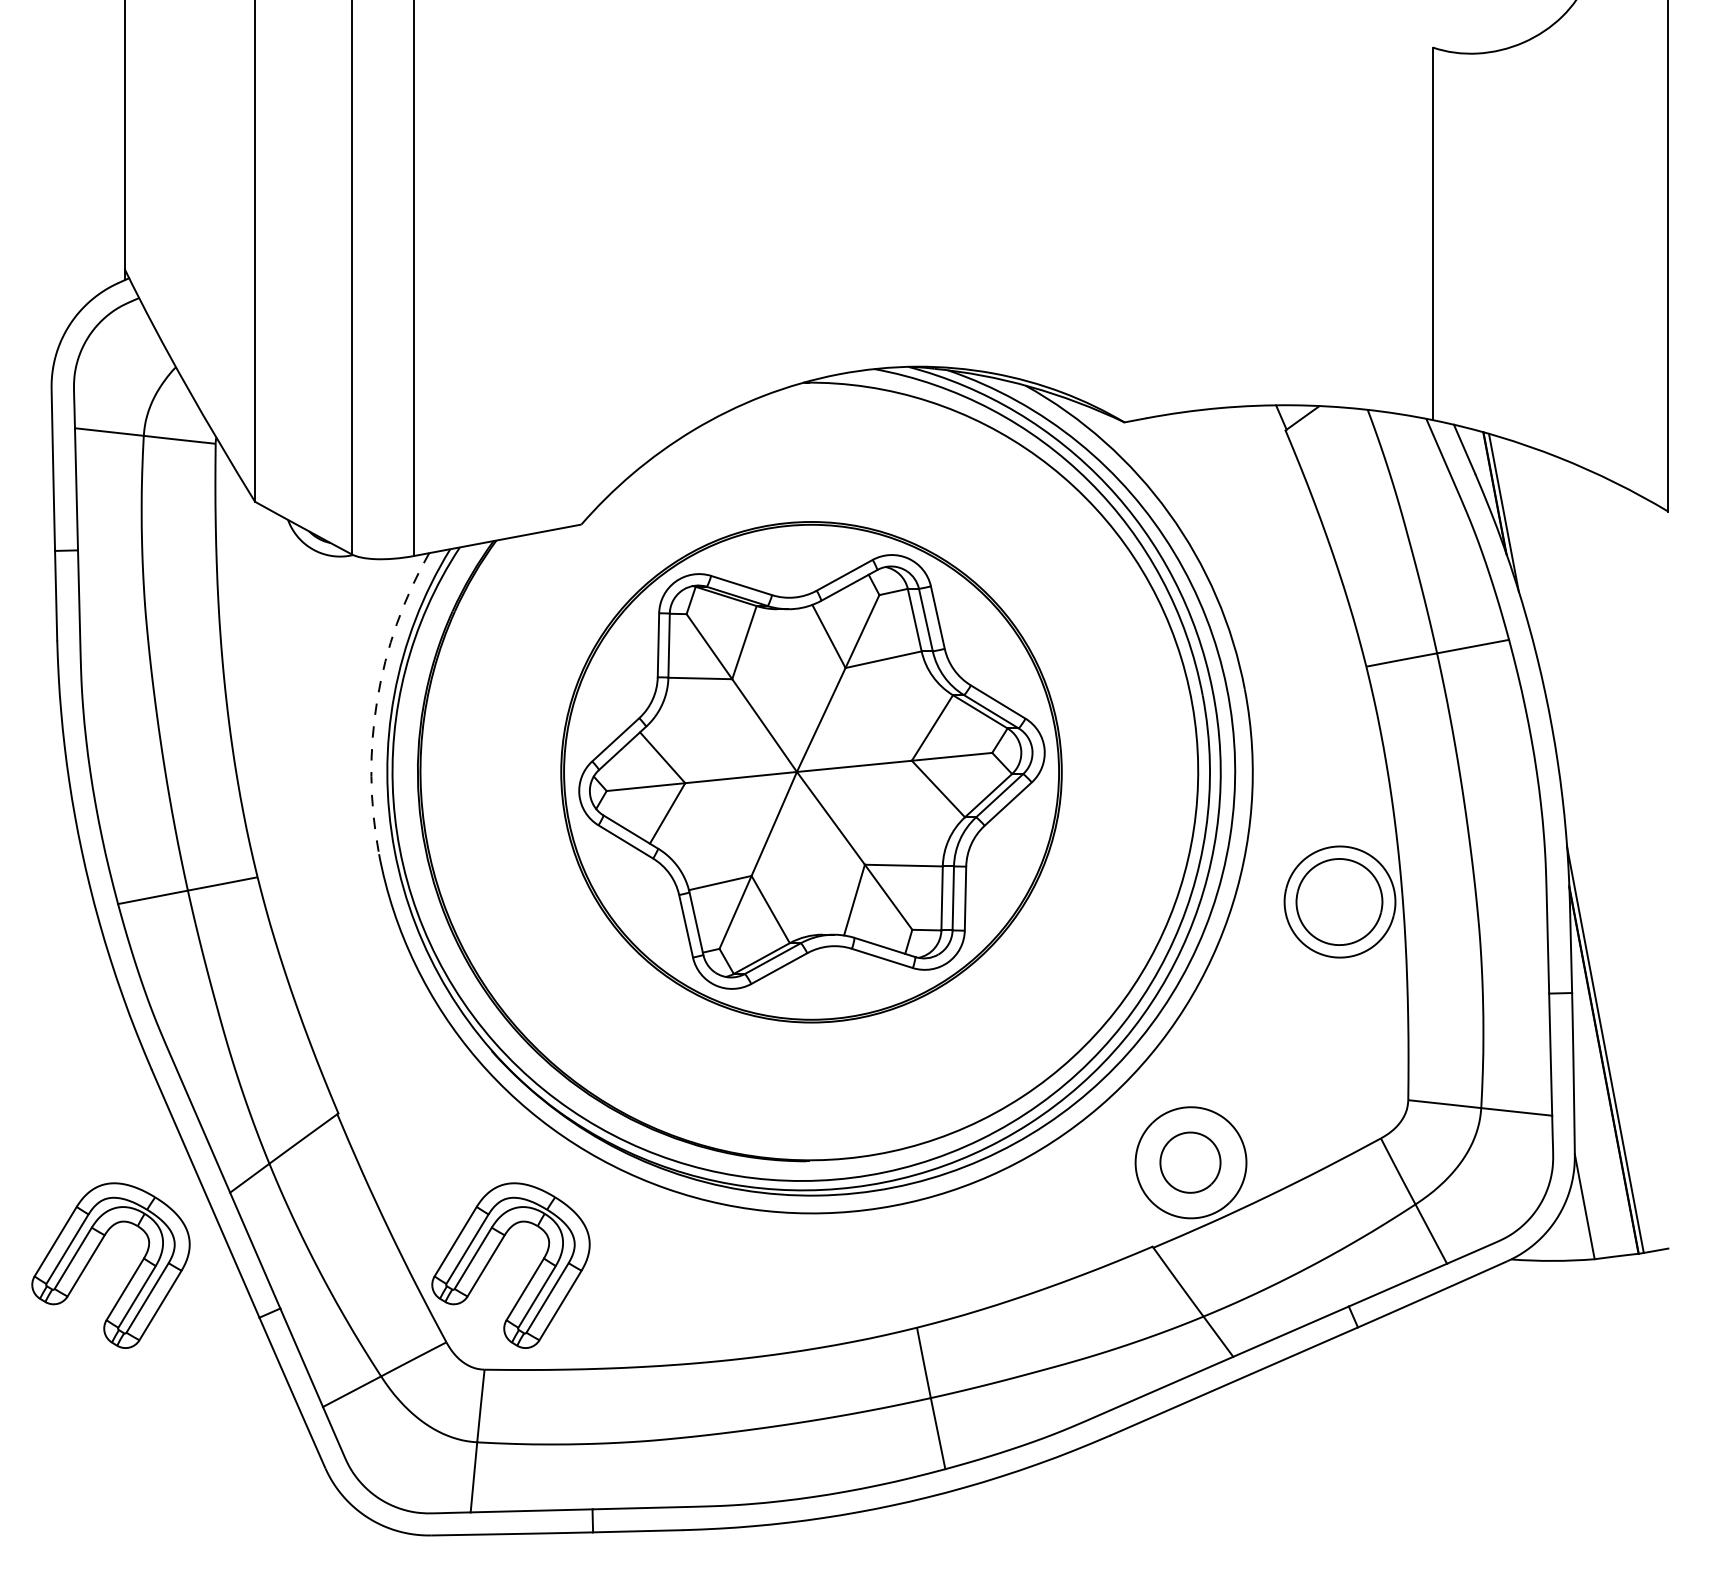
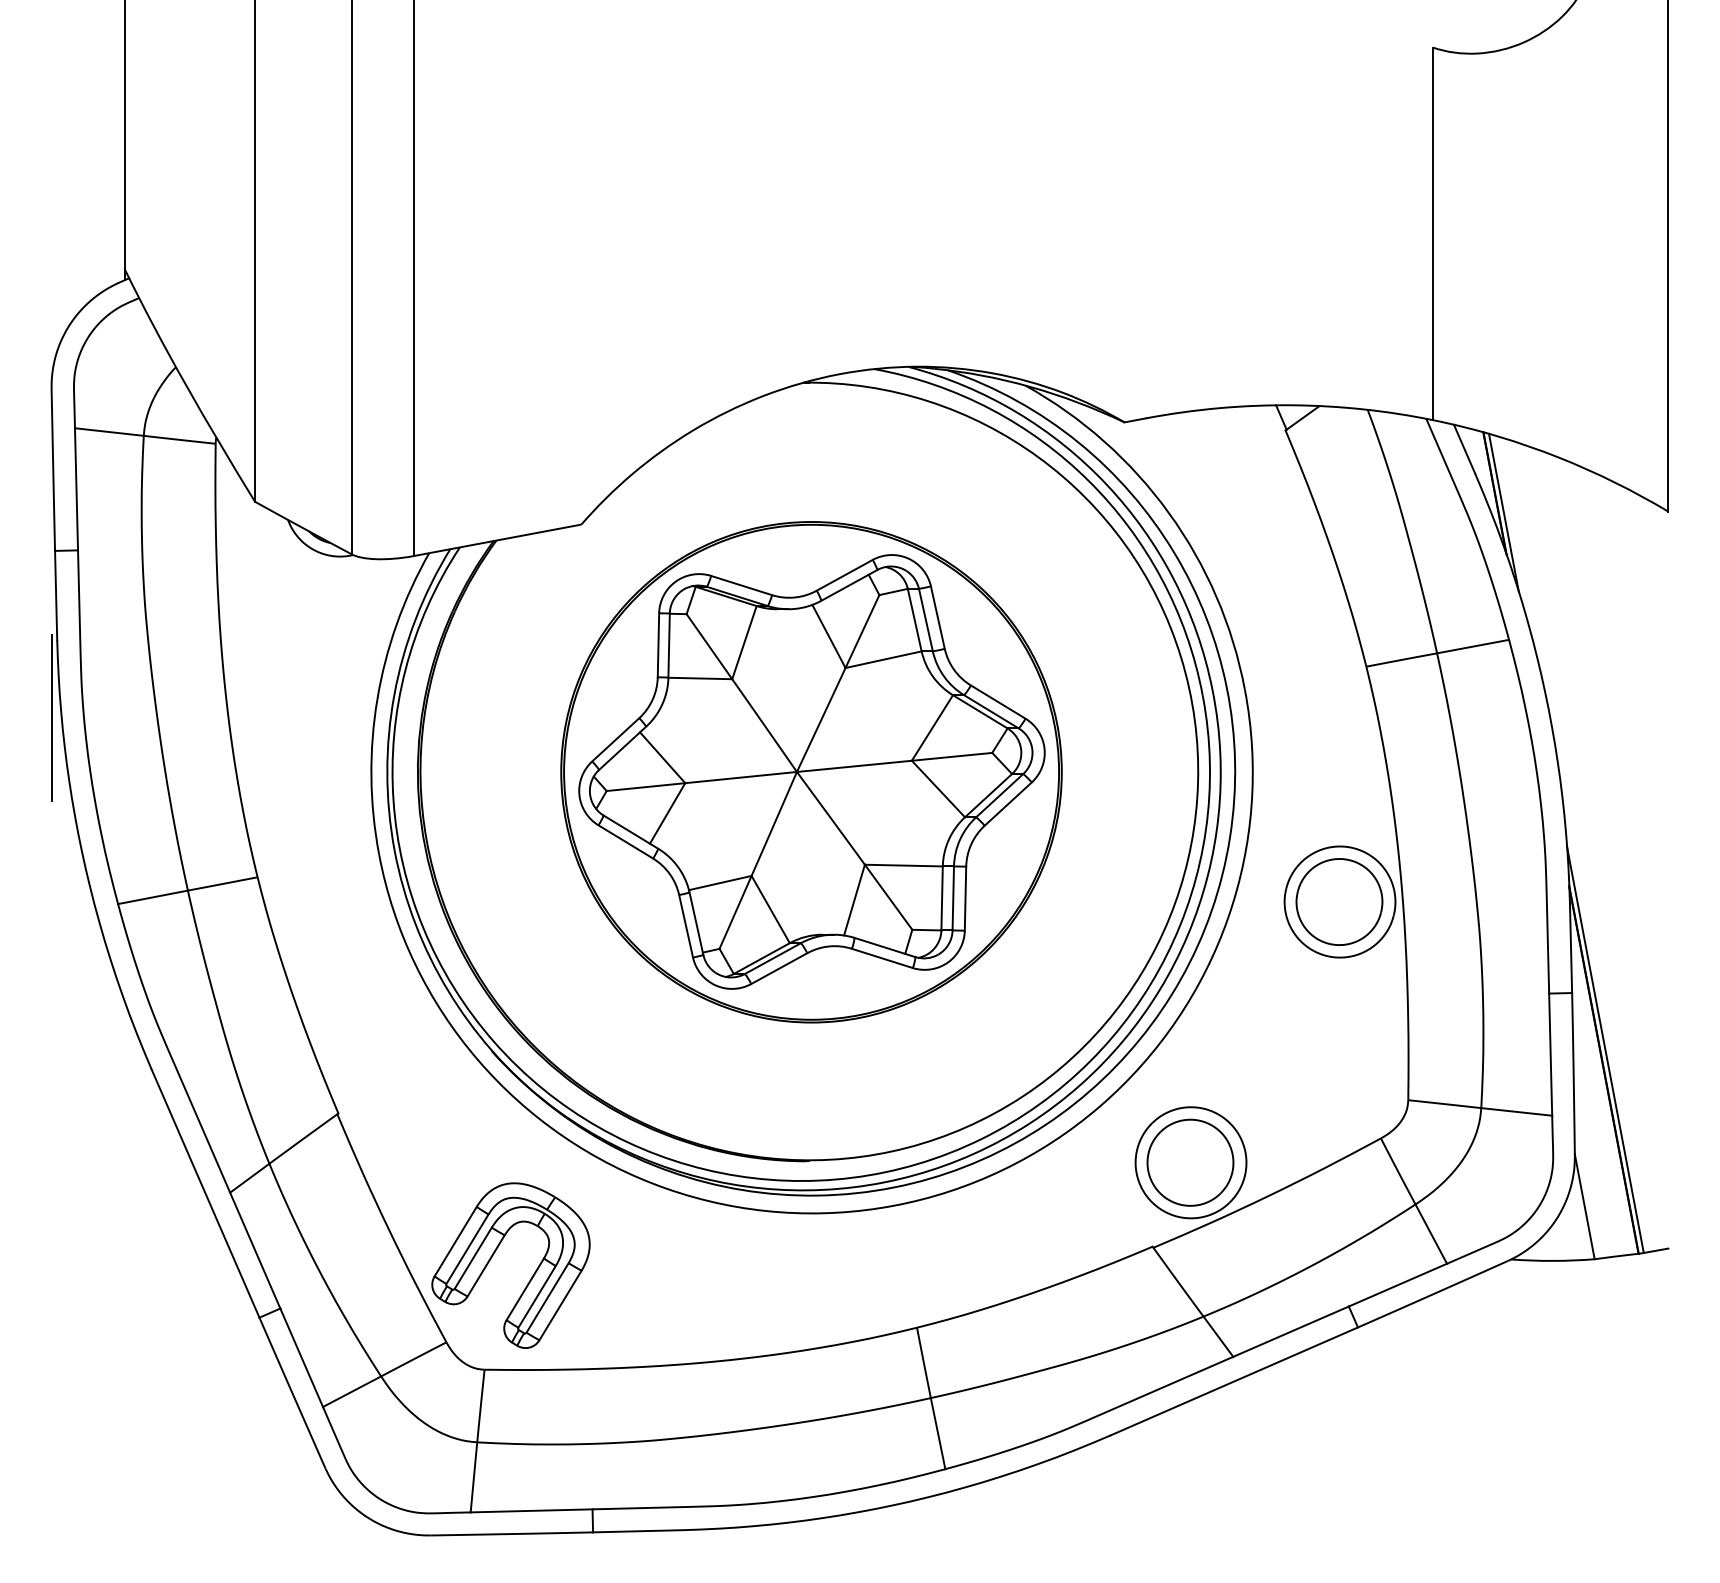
arc at (377, 699): dashed -> solid
line at (51, 718): none -> present
part at (1190, 1162) size: 63x63 px -> 89x89 px
part at (94, 1254): present -> none
